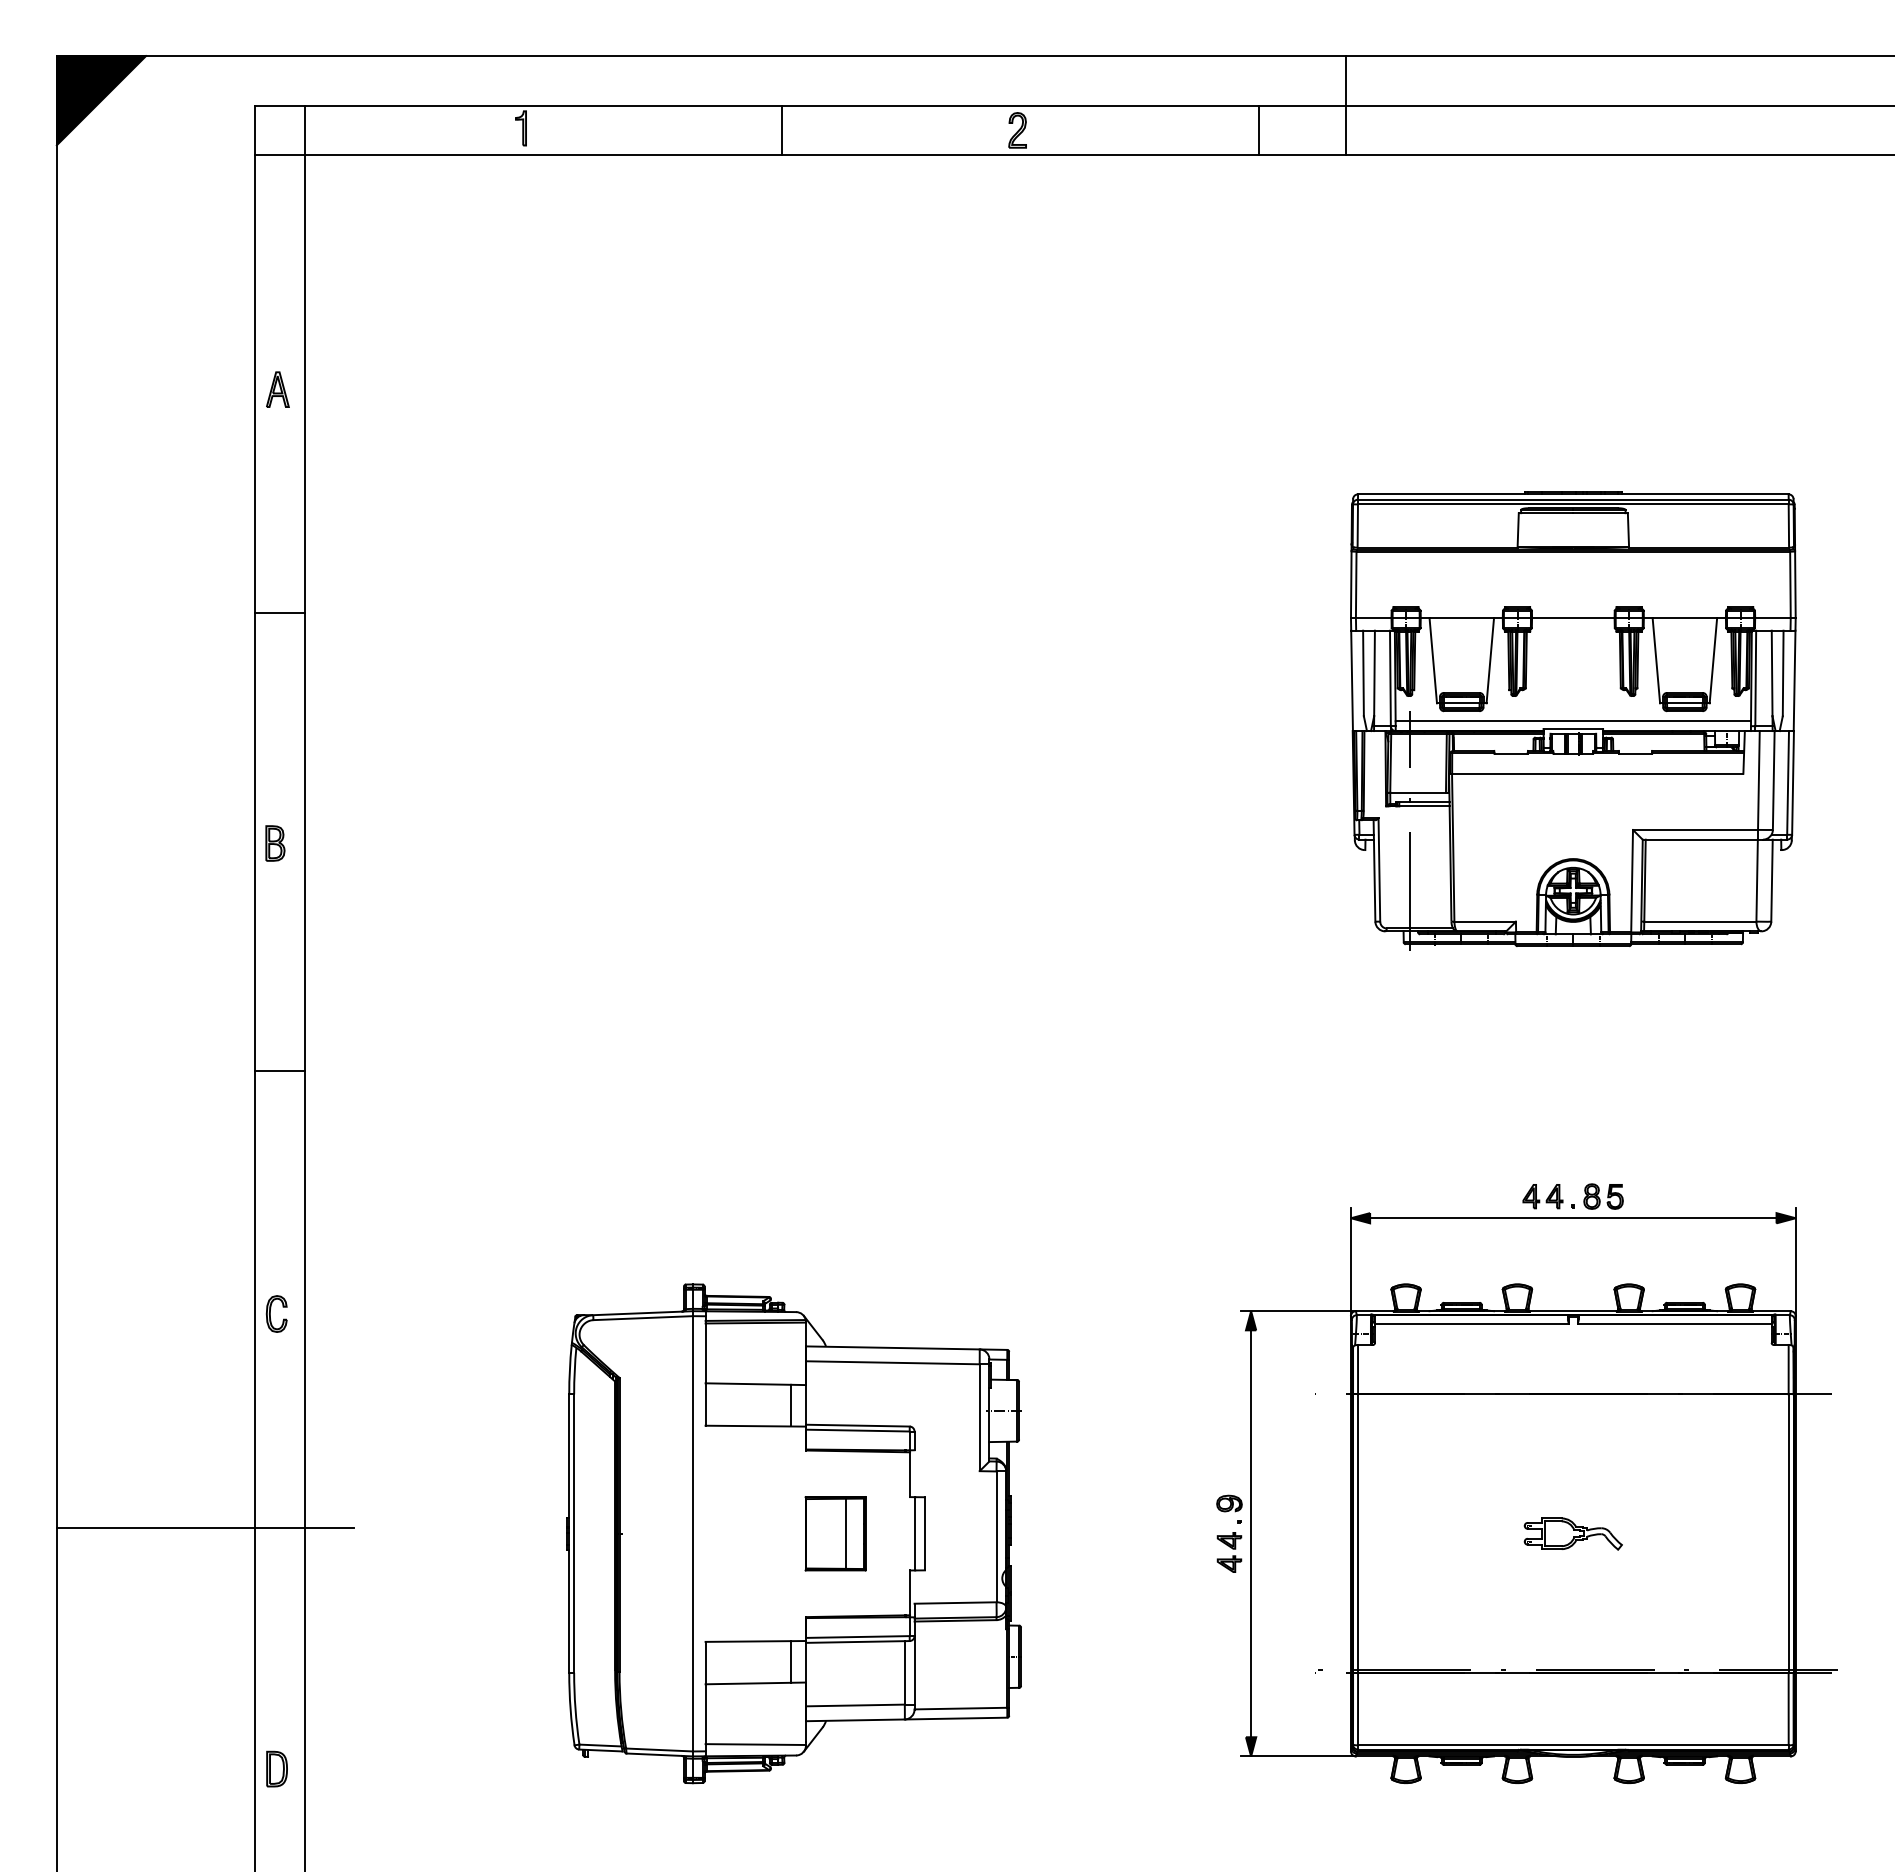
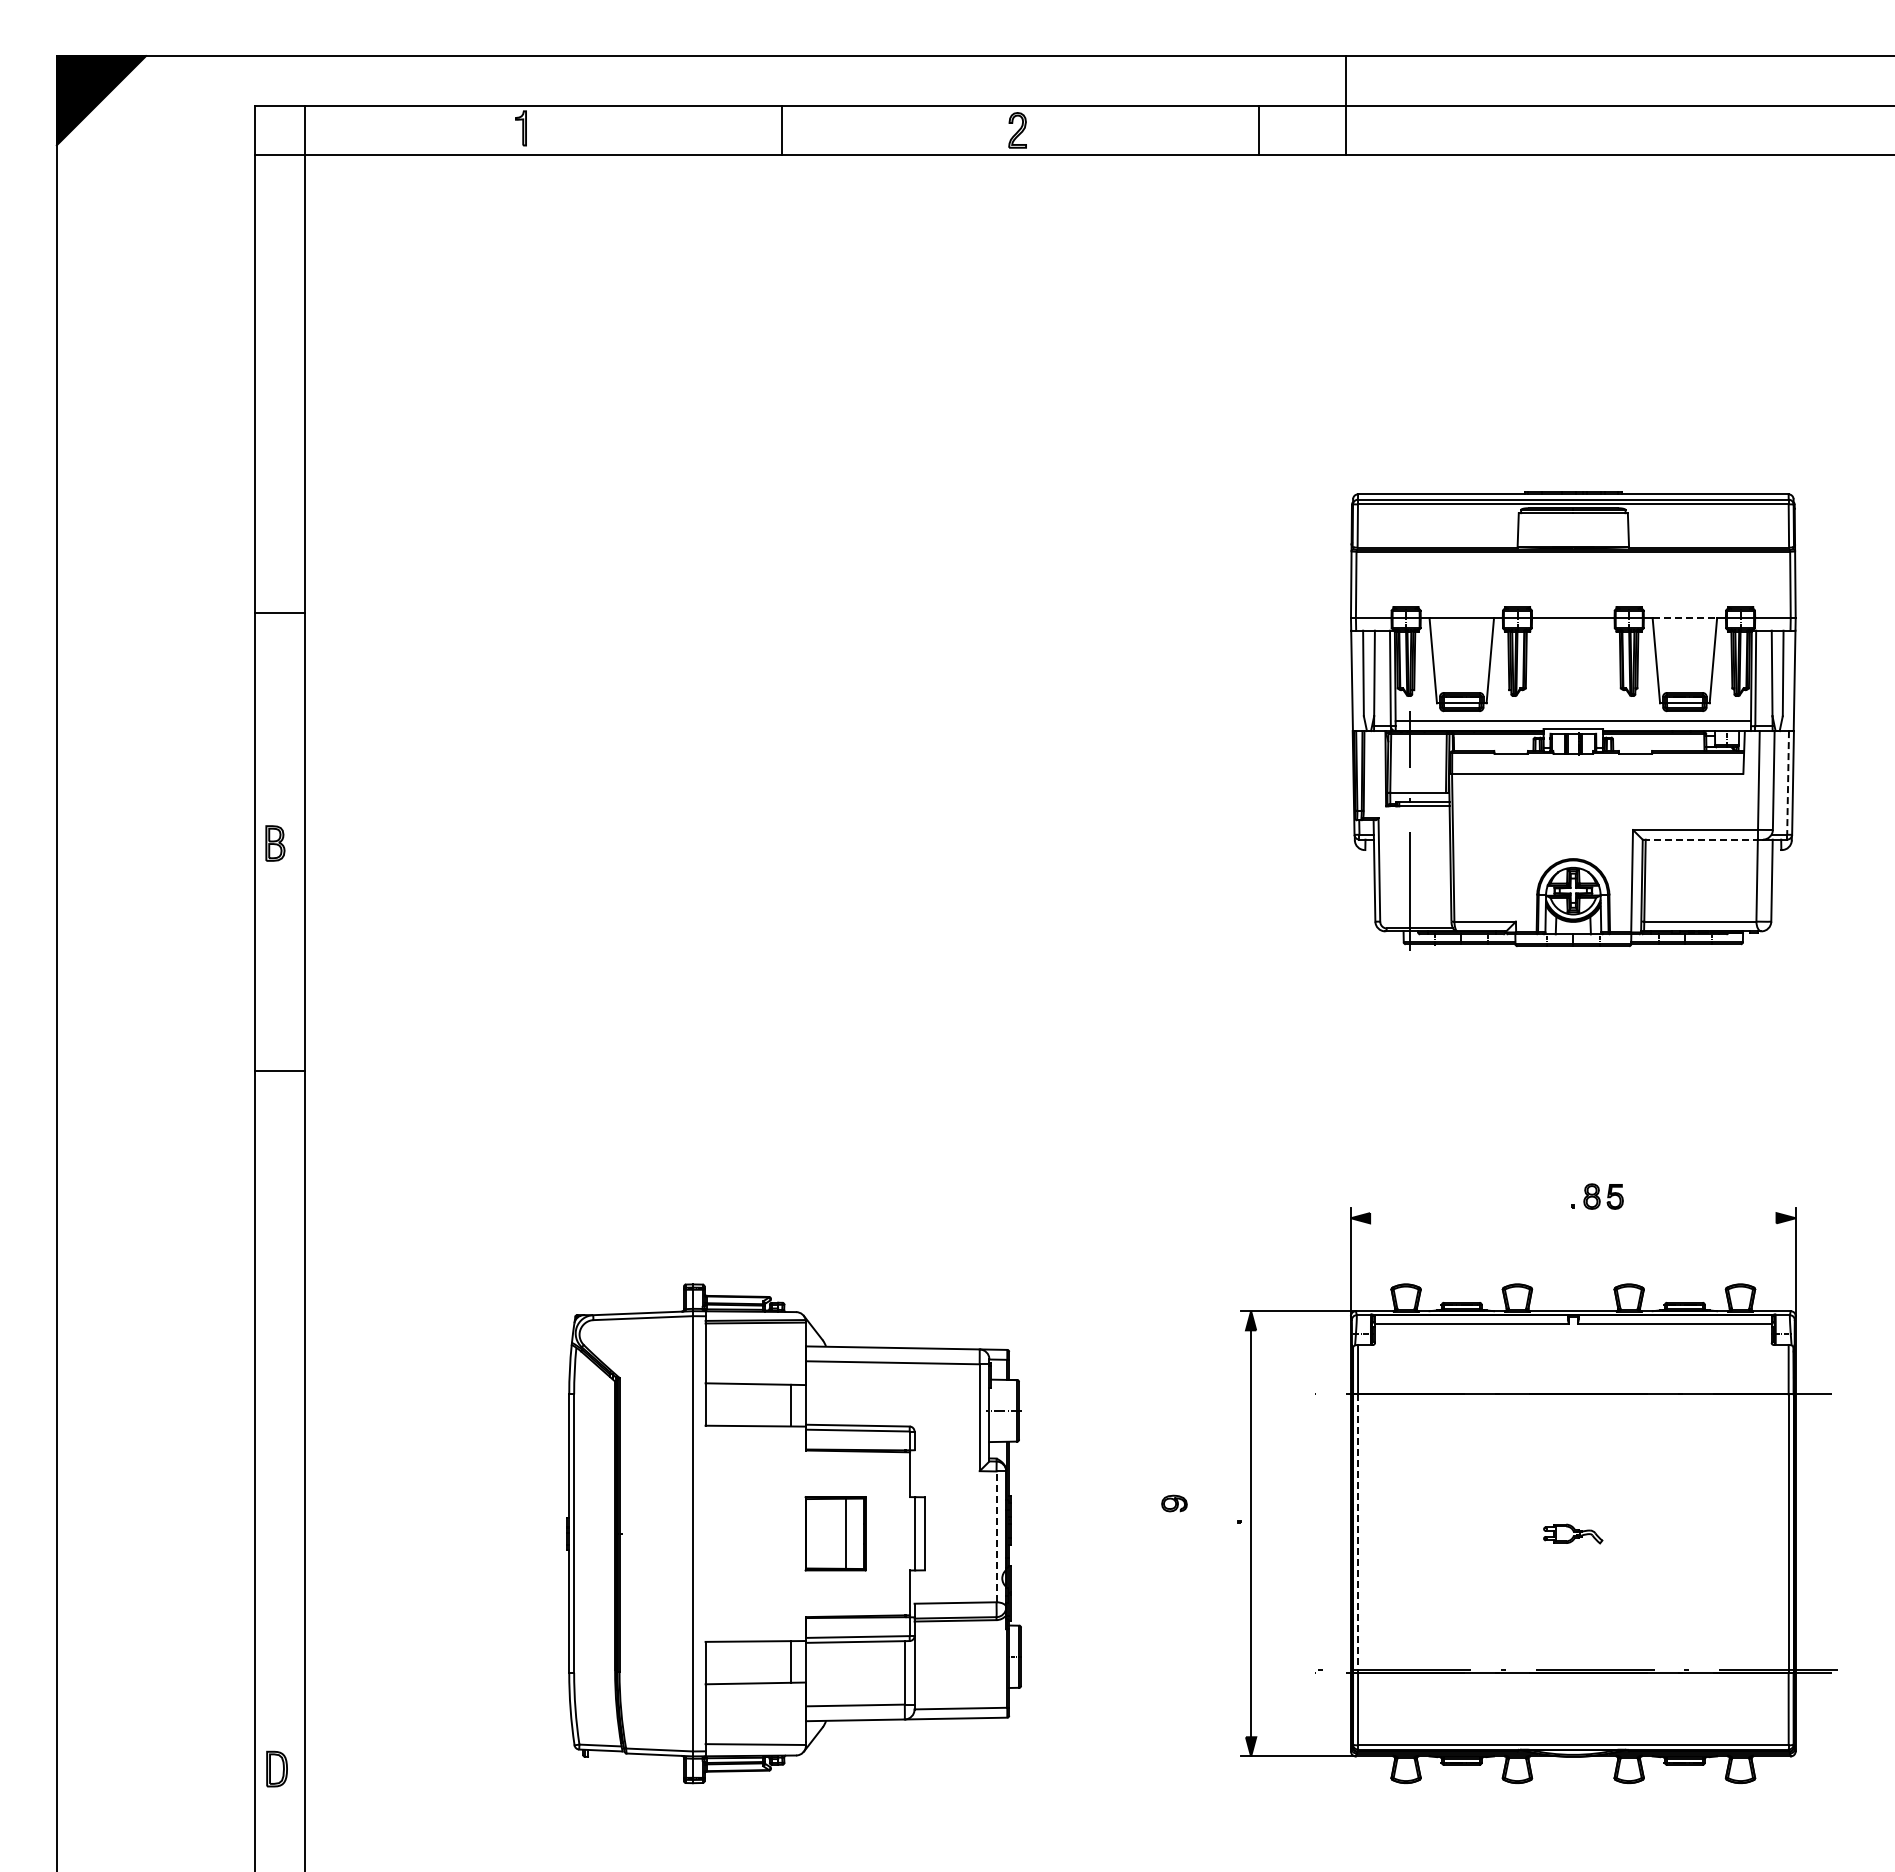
part at (277, 389): present -> none
line at (1685, 618): solid -> dashed
line at (1788, 782): solid -> dashed
line at (1700, 839): solid -> dashed
part at (1542, 1196): present -> none
line at (1573, 1218): present -> none
part at (276, 1313): present -> none
part at (1229, 1503) position: (1229, 1503) -> (1174, 1503)
line at (205, 1528): present -> none
part at (1572, 1533) size: 100x34 px -> 61x22 px
line at (1358, 1534): solid -> dashed
line at (996, 1536): solid -> dashed
part at (1229, 1552): present -> none
